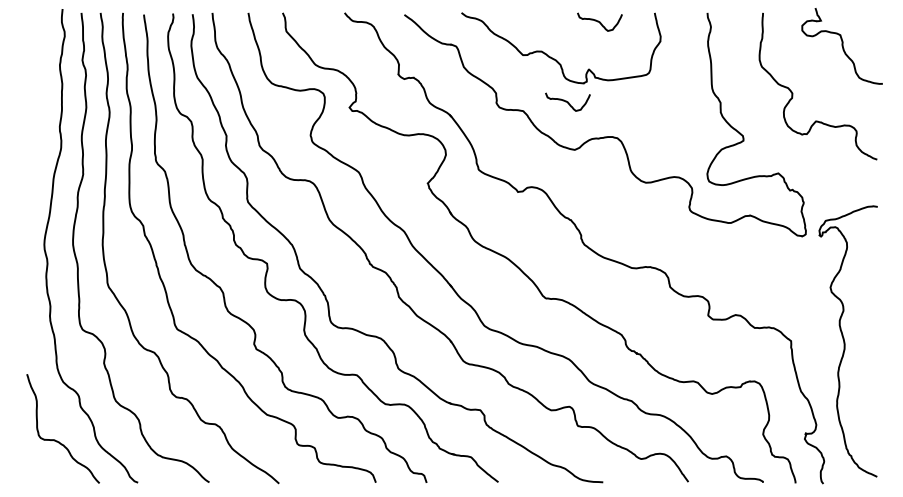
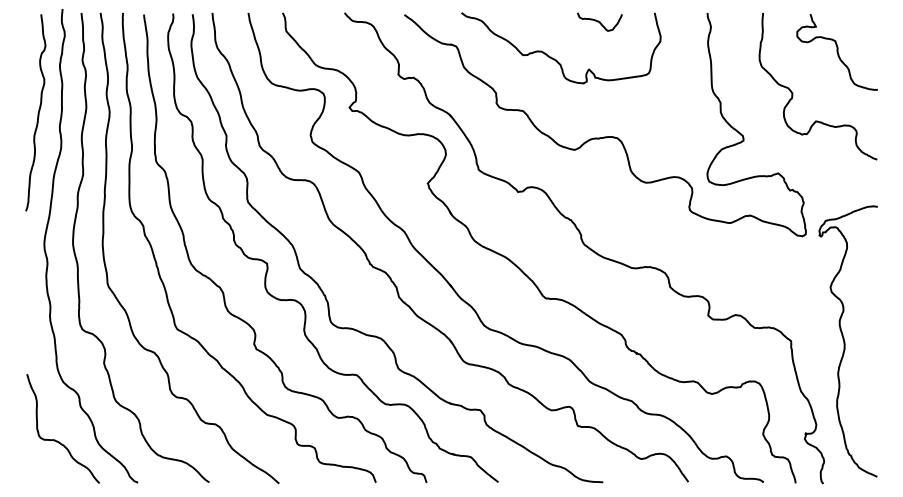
curve at (841, 46) position: (841, 46) -> (836, 52)
curve at (567, 101): present -> none
curve at (37, 112): none -> present
